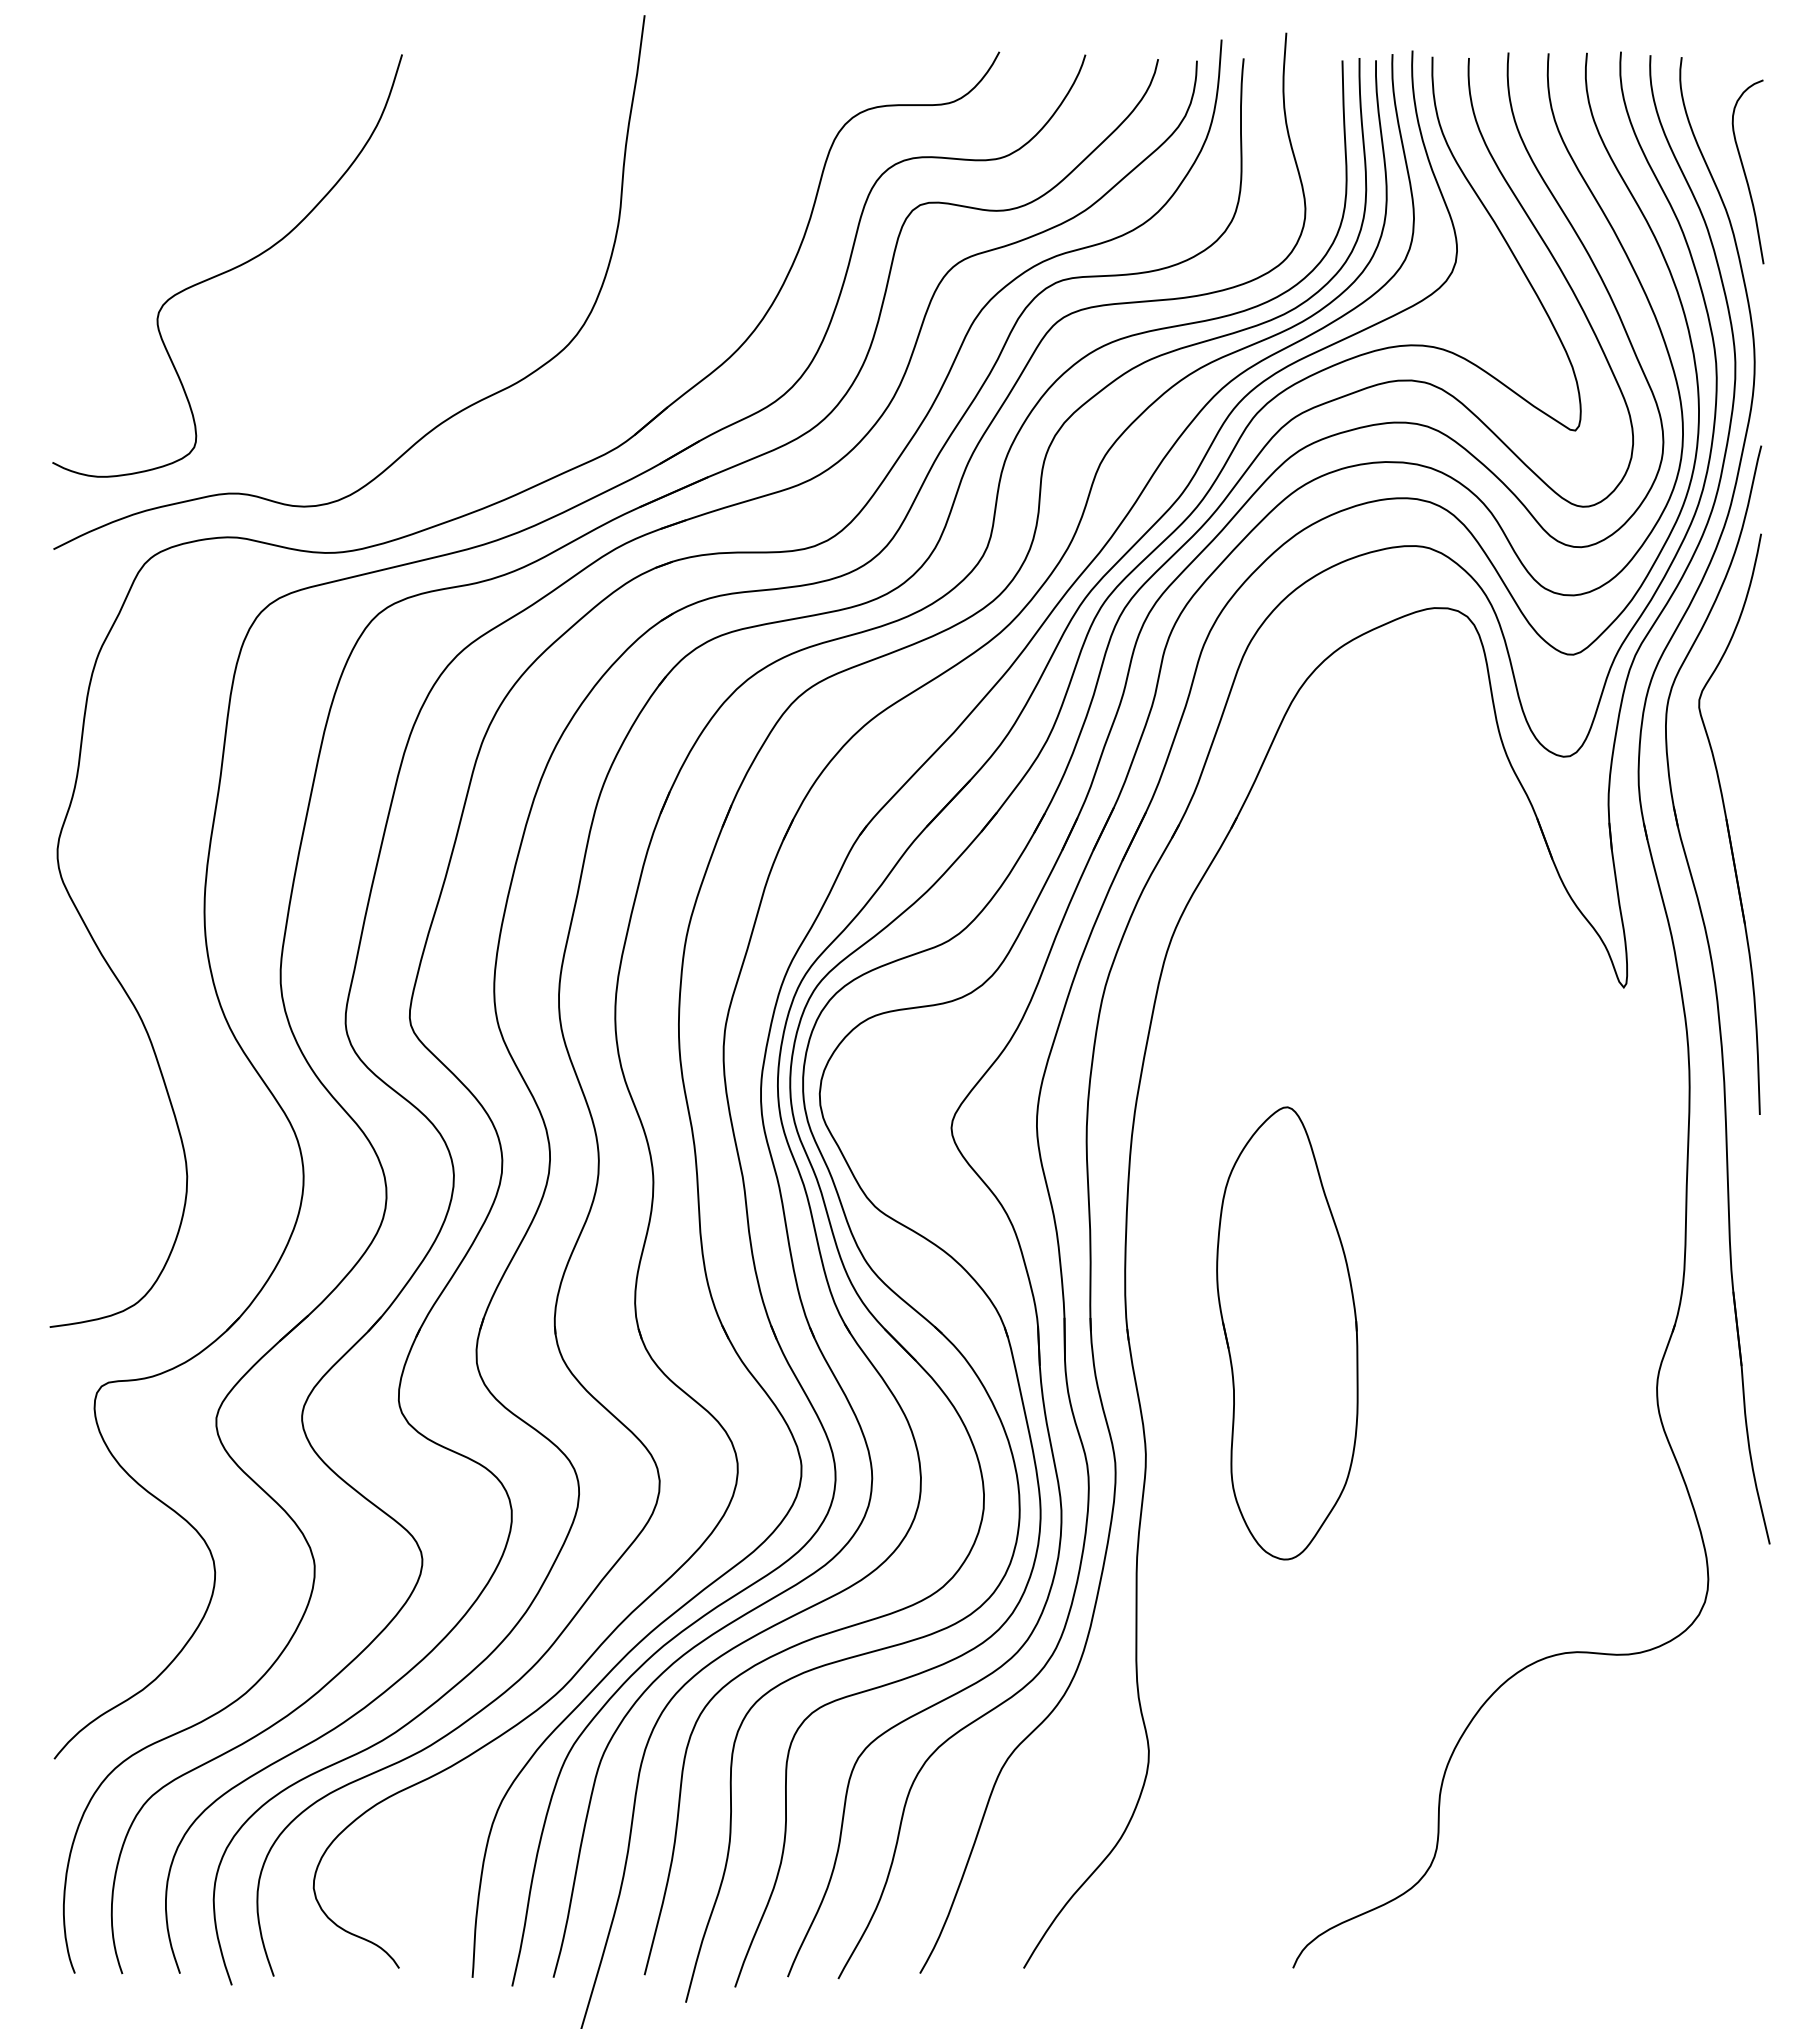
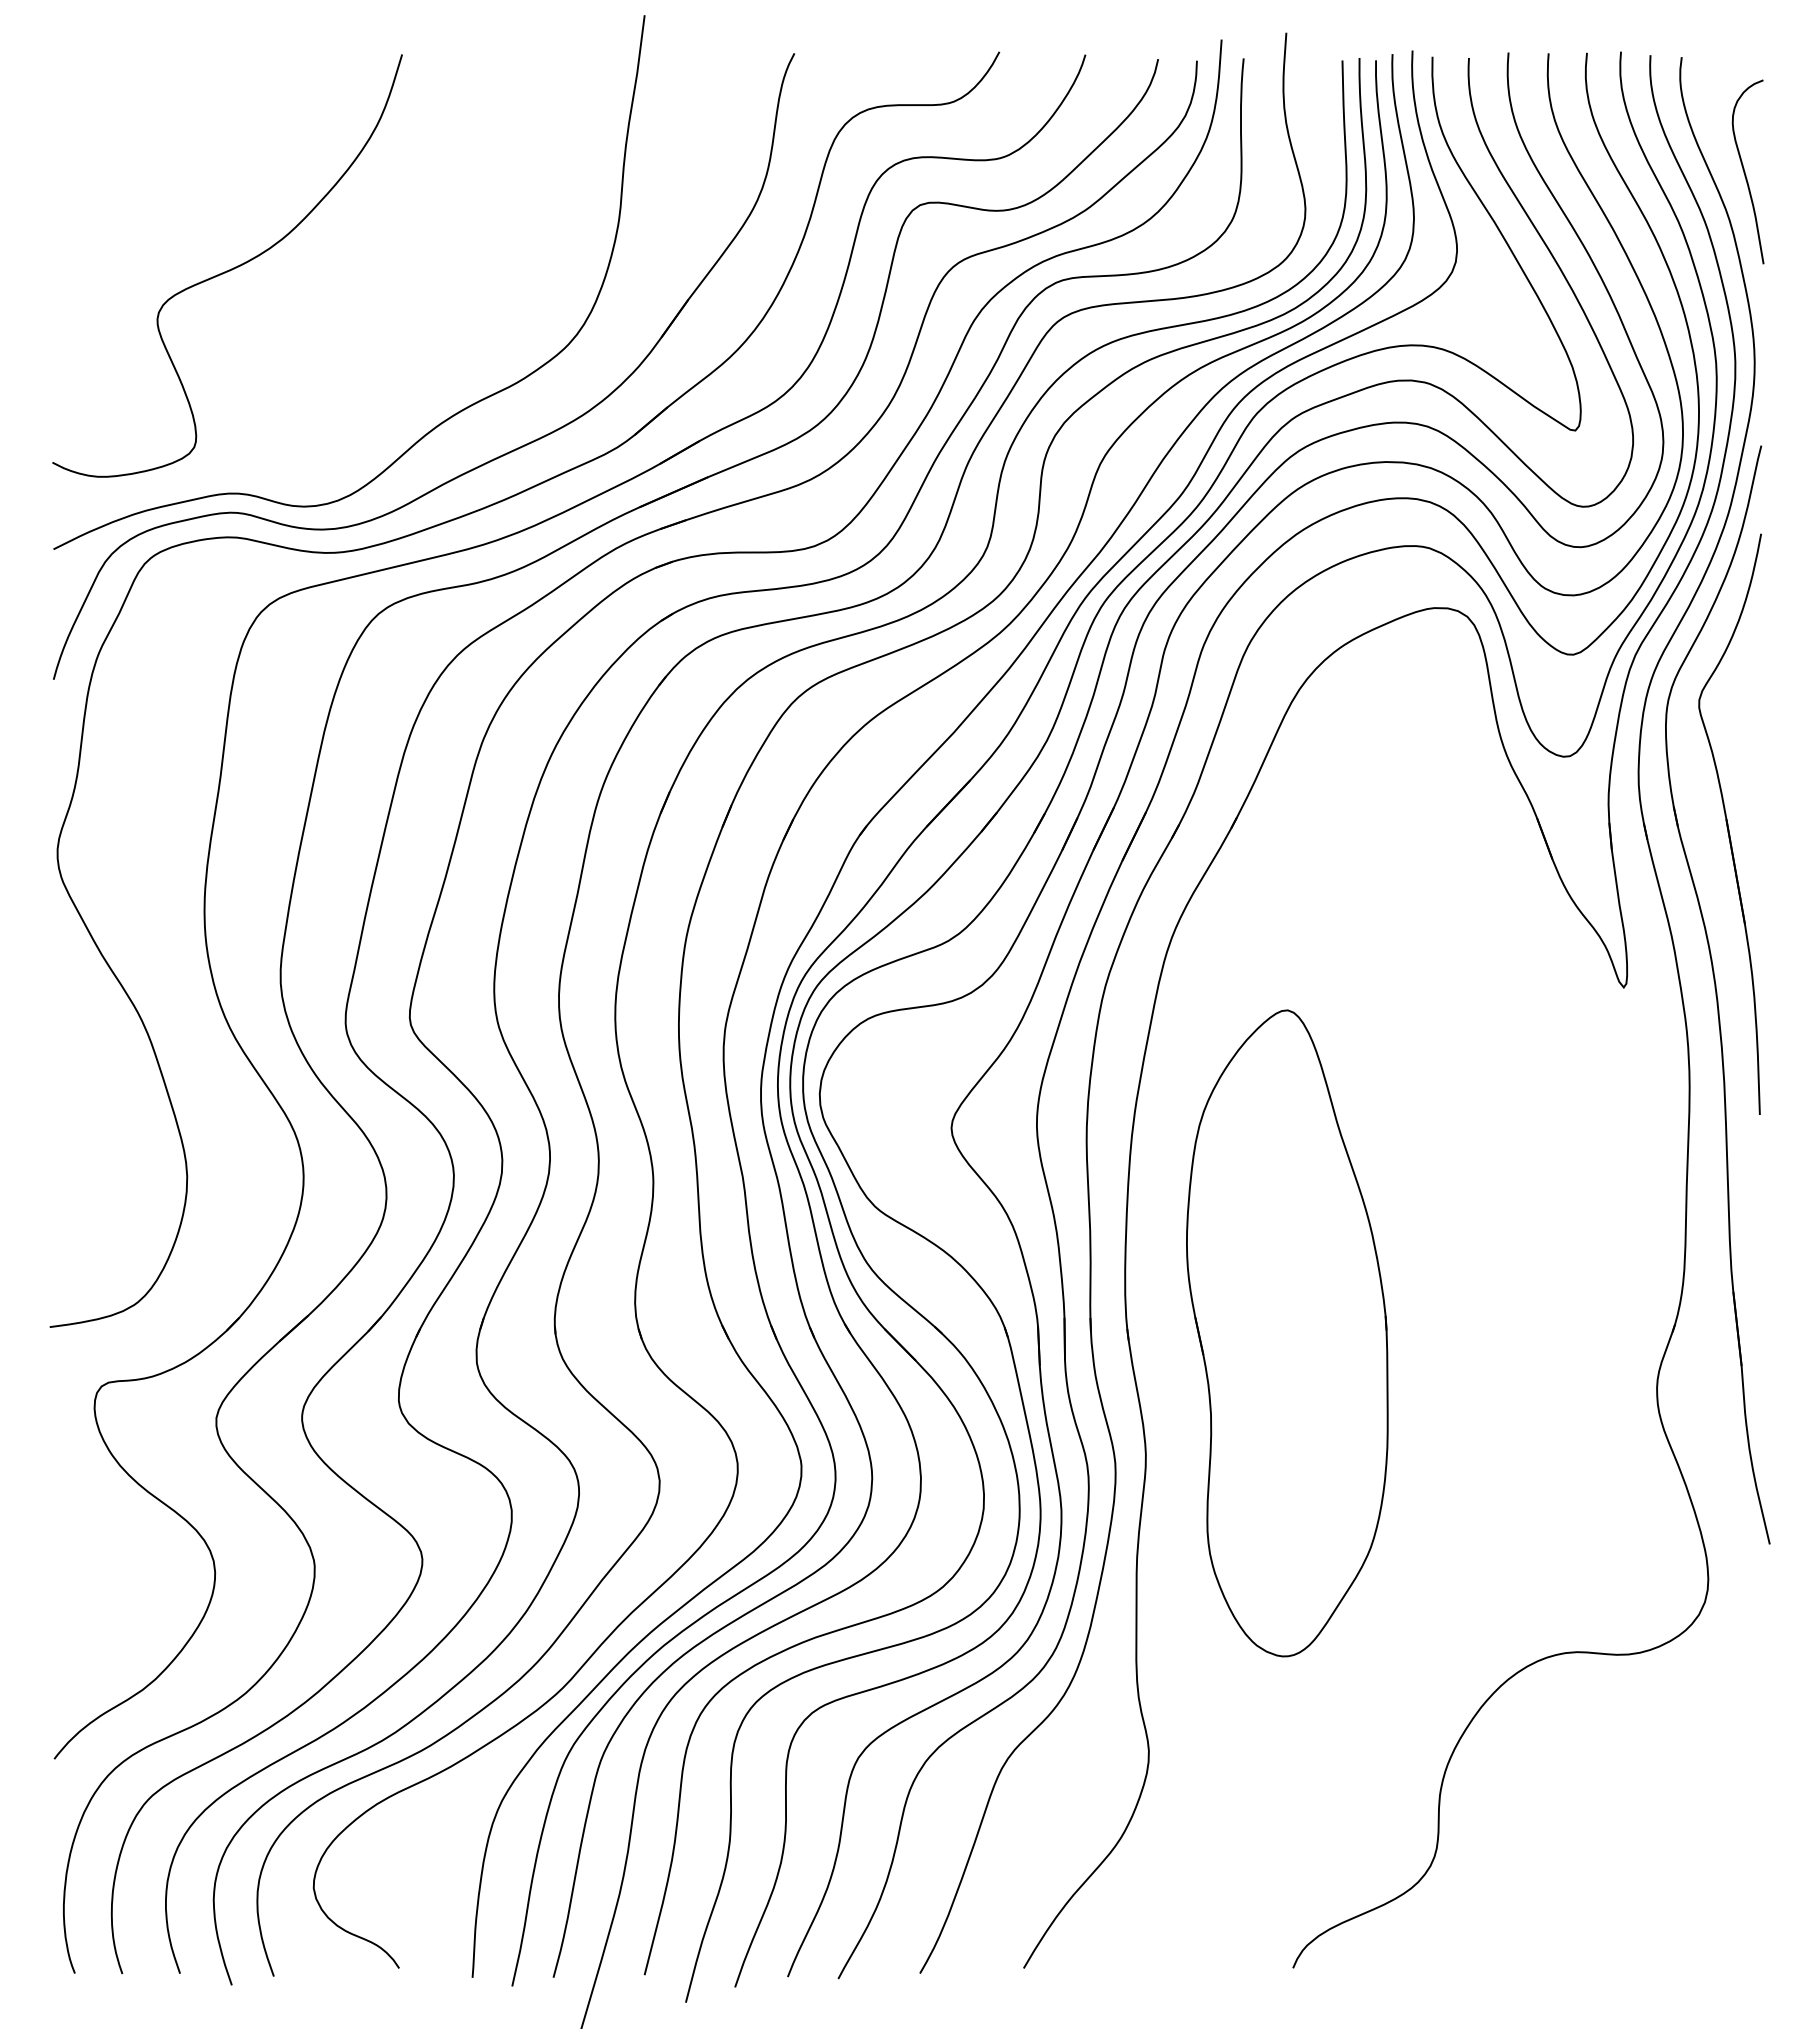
part at (474, 467): none -> present
part at (1287, 1333) size: 143x455 px -> 203x649 px
